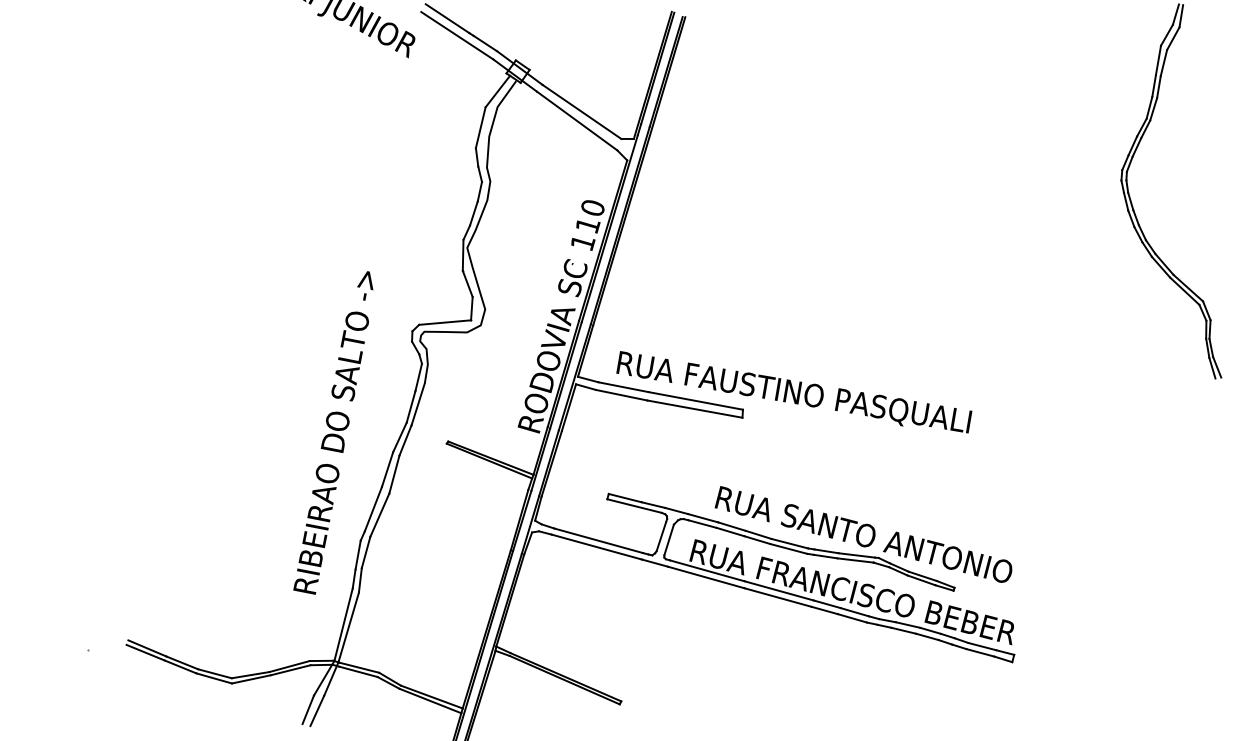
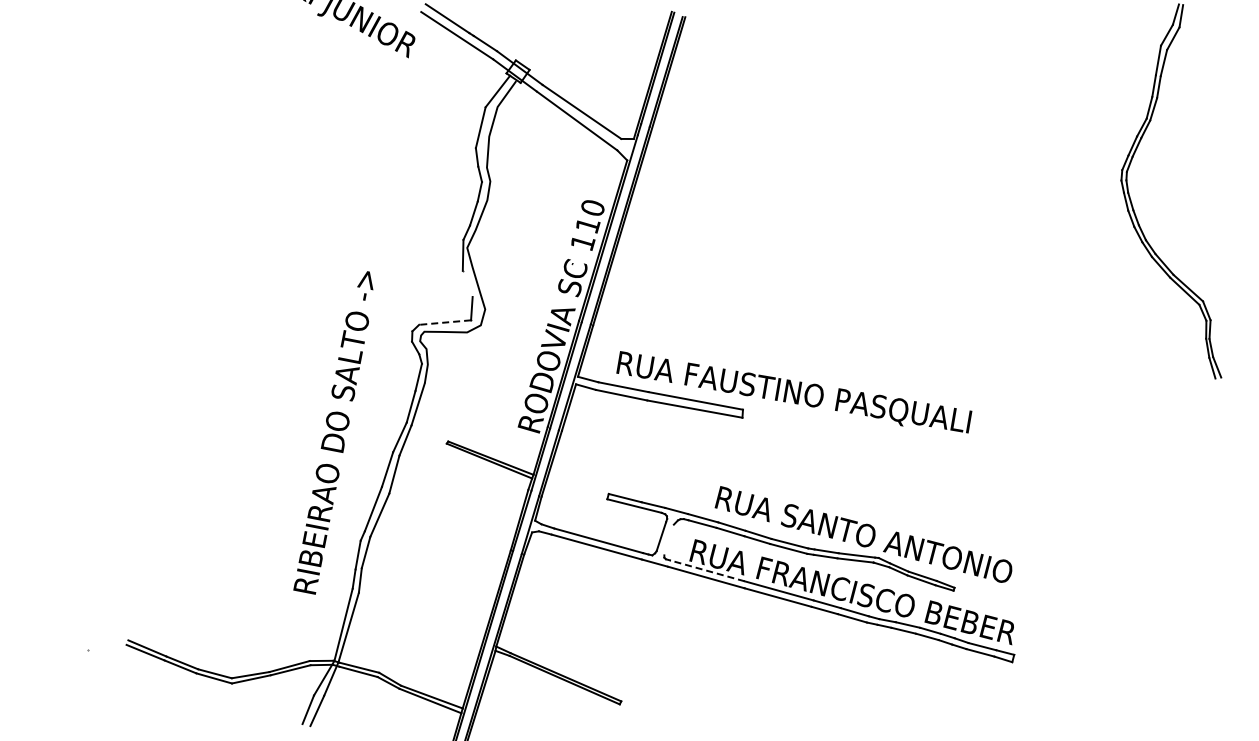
line at (467, 283): present -> none
line at (444, 322): solid -> dashed
line at (668, 539): present -> none
line at (707, 570): solid -> dashed
